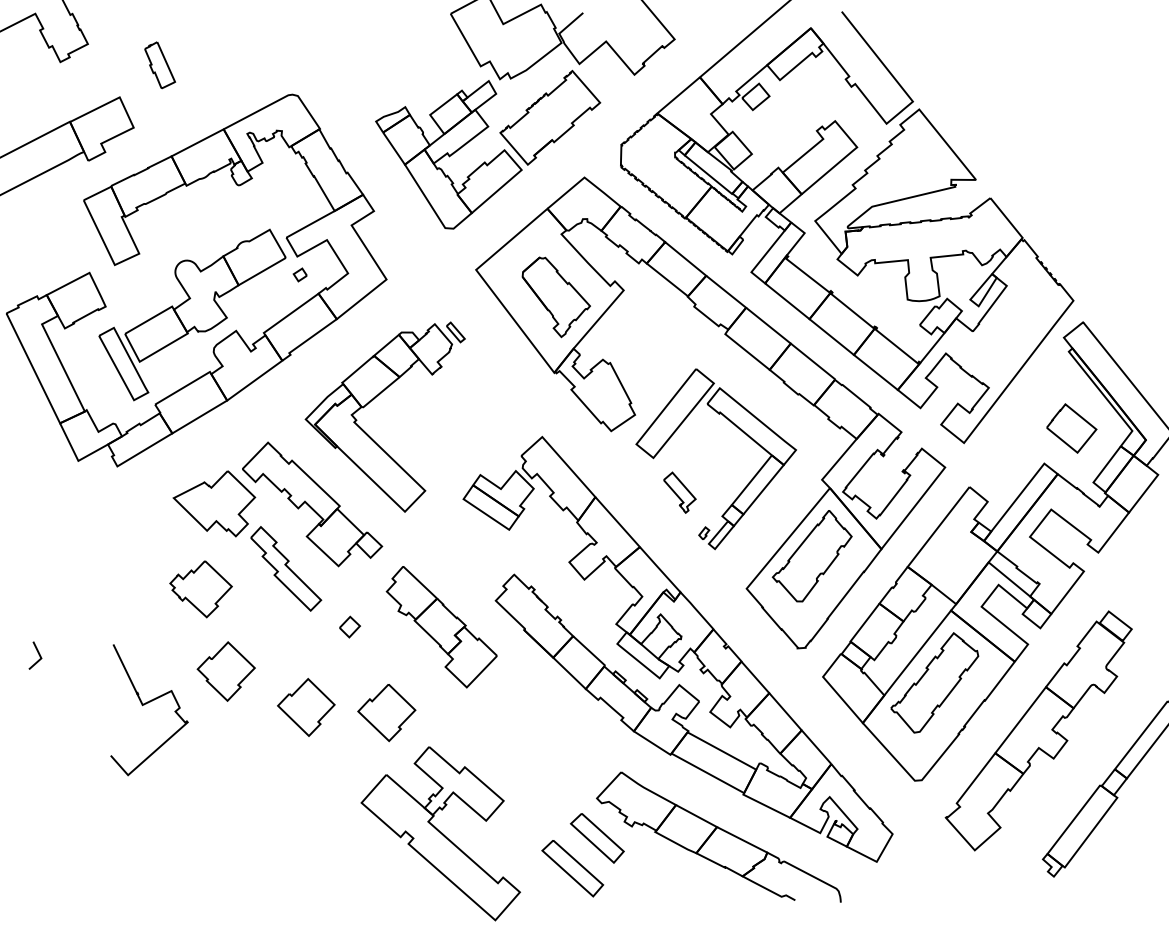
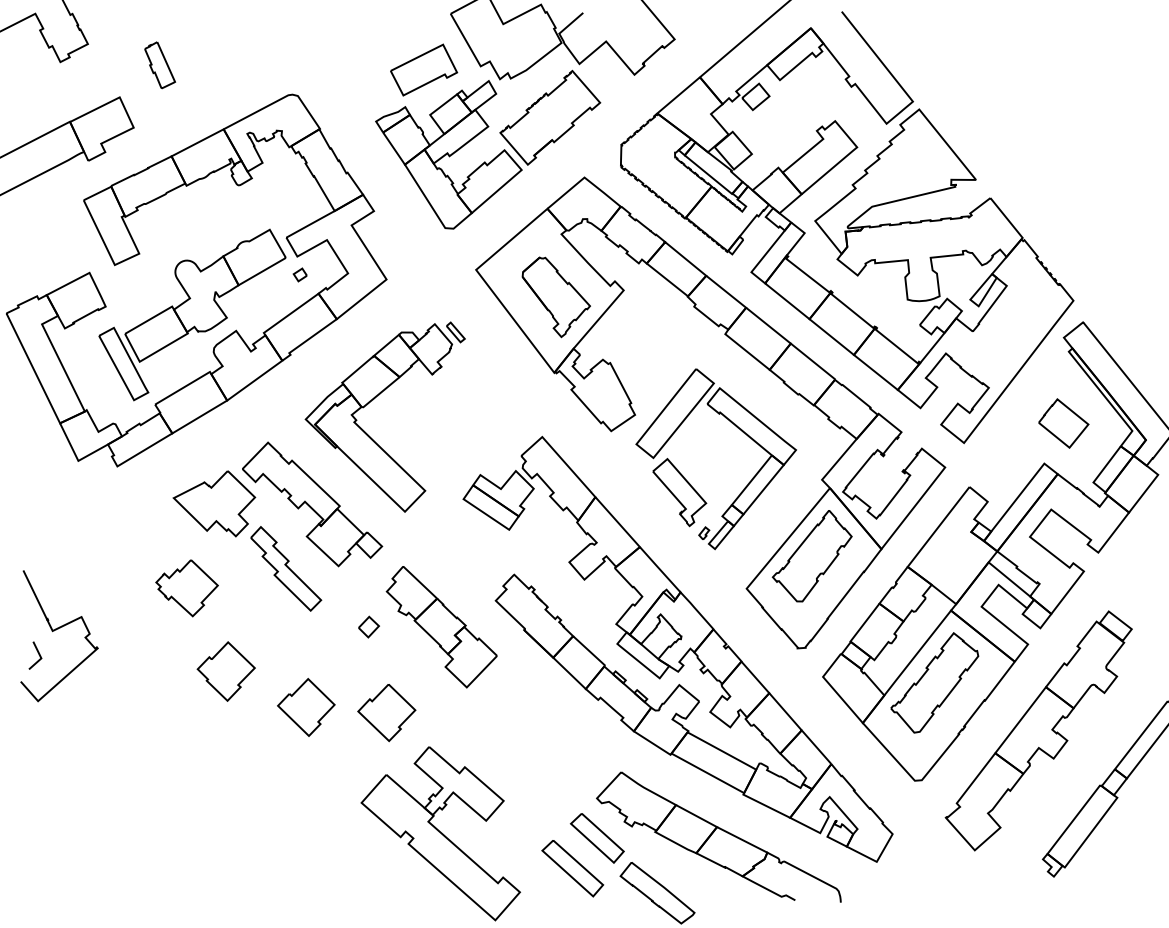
part at (424, 69): none -> present
part at (1071, 428) position: (1071, 428) -> (1063, 423)
part at (679, 492) size: 34x43 px -> 56x70 px
part at (200, 589) position: (200, 589) -> (186, 588)
part at (349, 626) position: (349, 626) -> (368, 626)
curve at (146, 704) position: (146, 704) -> (56, 630)
part at (657, 893): none -> present
